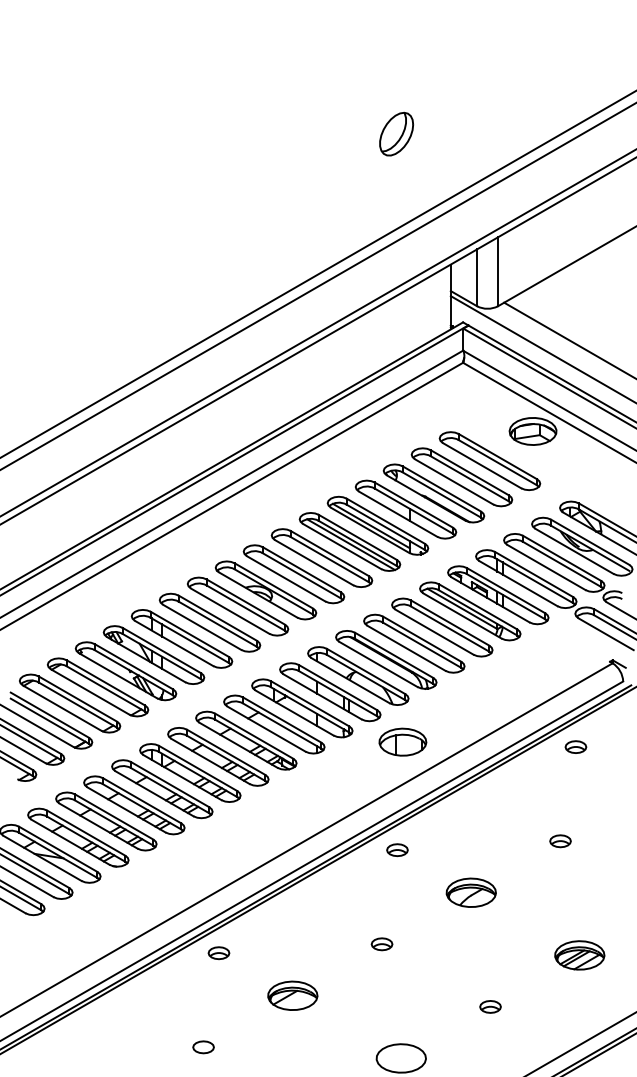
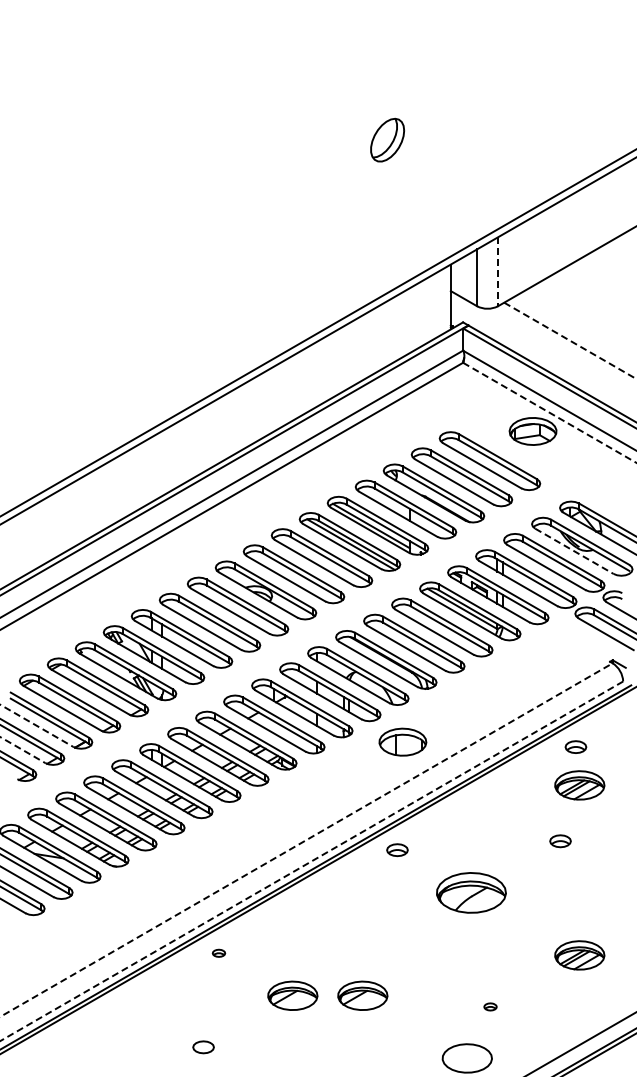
part at (396, 133) position: (396, 133) -> (387, 139)
line at (498, 272): solid -> dashed
line at (317, 274): present -> none
line at (317, 286): present -> none
line at (570, 341): solid -> dashed
line at (541, 348): present -> none
line at (549, 412): solid -> dashed
line at (574, 551): solid -> dashed
line at (37, 726): solid -> dashed
line at (22, 750): solid -> dashed
part at (579, 785): none -> present
line at (307, 839): solid -> dashed
line at (311, 861): solid -> dashed
part at (470, 892) size: 52x31 px -> 71x42 px
part at (381, 944): present -> none
part at (218, 953) size: 24x15 px -> 16x10 px
part at (362, 995): none -> present
part at (490, 1006) size: 23x14 px -> 15x10 px
part at (400, 1058) position: (400, 1058) -> (466, 1058)
